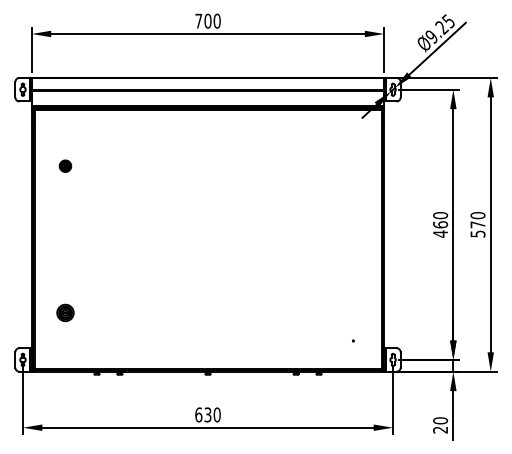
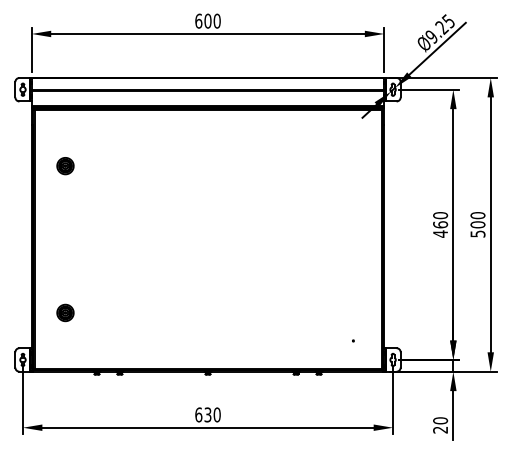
text at (198, 20): 700 -> 600
part at (65, 165) size: 15x14 px -> 19x19 px
text at (477, 224): 570 -> 500
